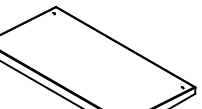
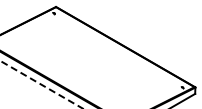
line at (41, 84): solid -> dashed
